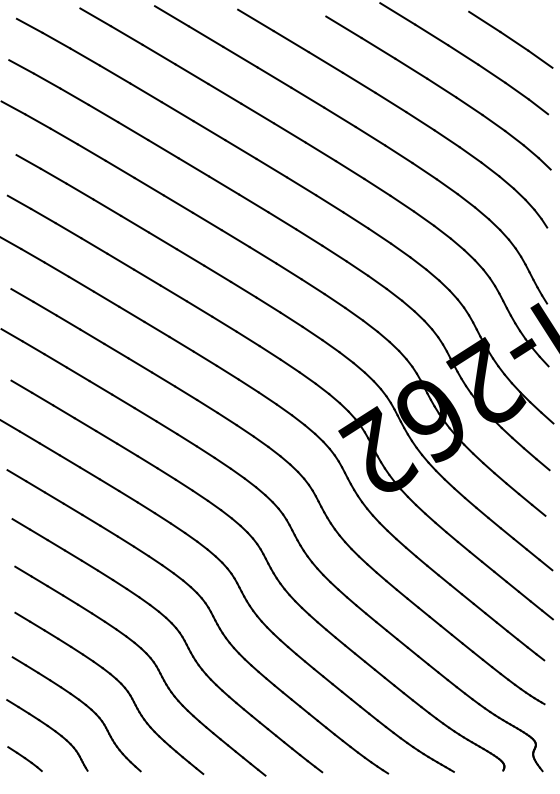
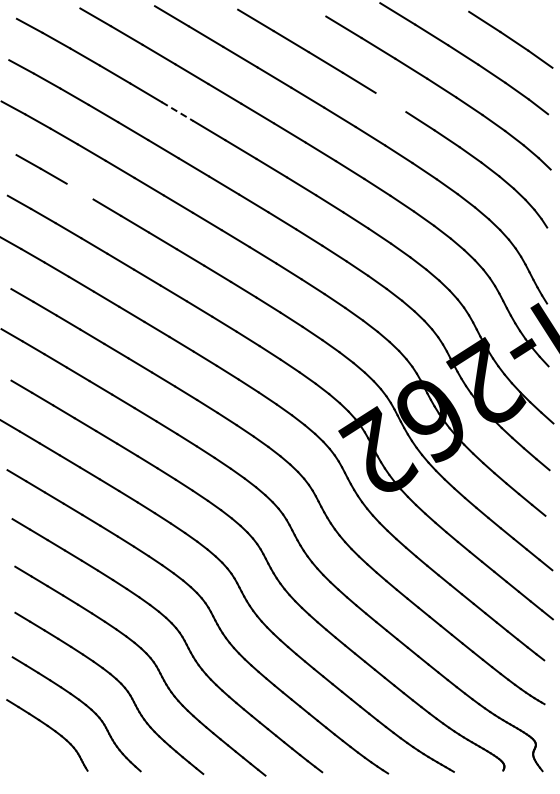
line at (390, 102): present -> none
line at (178, 111): solid -> dashed
line at (79, 191): present -> none
line at (24, 758): present -> none
